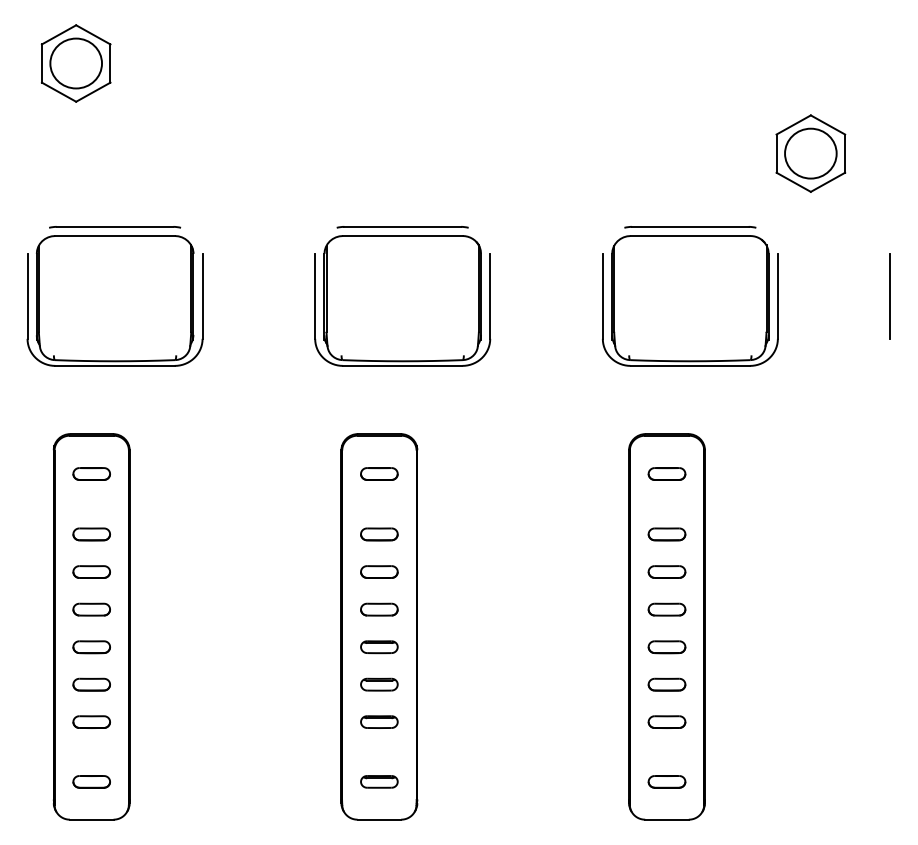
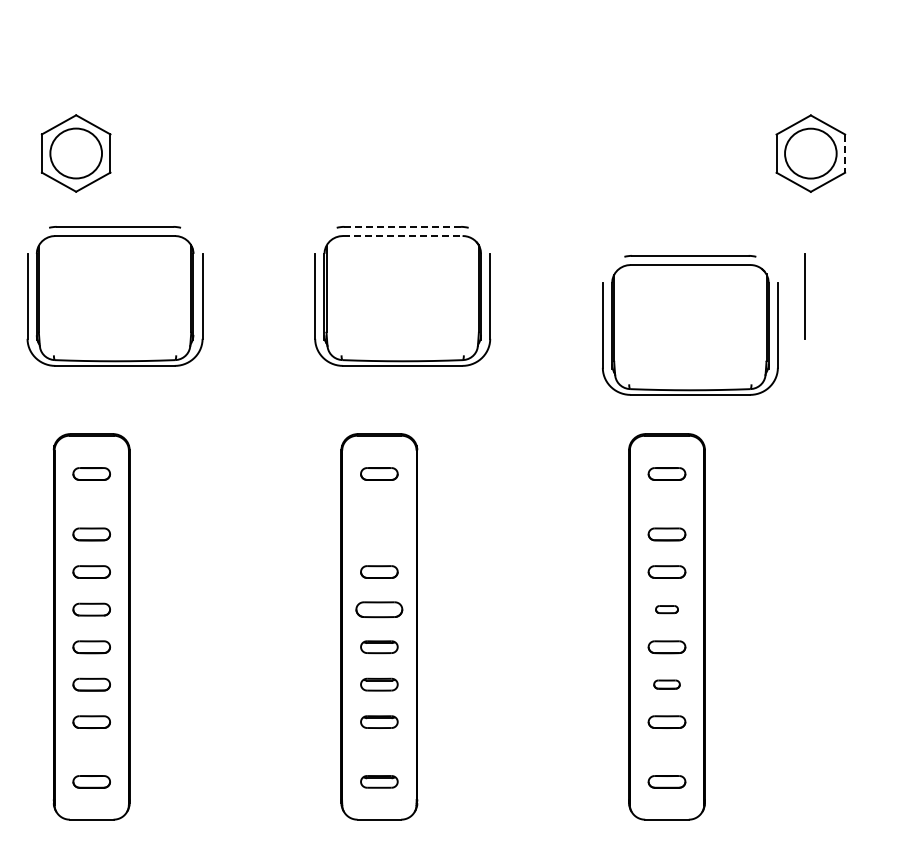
part at (75, 63) position: (75, 63) -> (75, 153)
line at (845, 154): solid -> dashed
line at (403, 226): solid -> dashed
line at (402, 236): solid -> dashed
part at (690, 296) position: (690, 296) -> (690, 325)
line at (889, 296) position: (889, 296) -> (804, 296)
part at (379, 534): present -> none
part at (379, 609) size: 39x15 px -> 49x18 px
part at (666, 609) size: 40x15 px -> 24x10 px
part at (666, 684) size: 40x15 px -> 28x11 px
